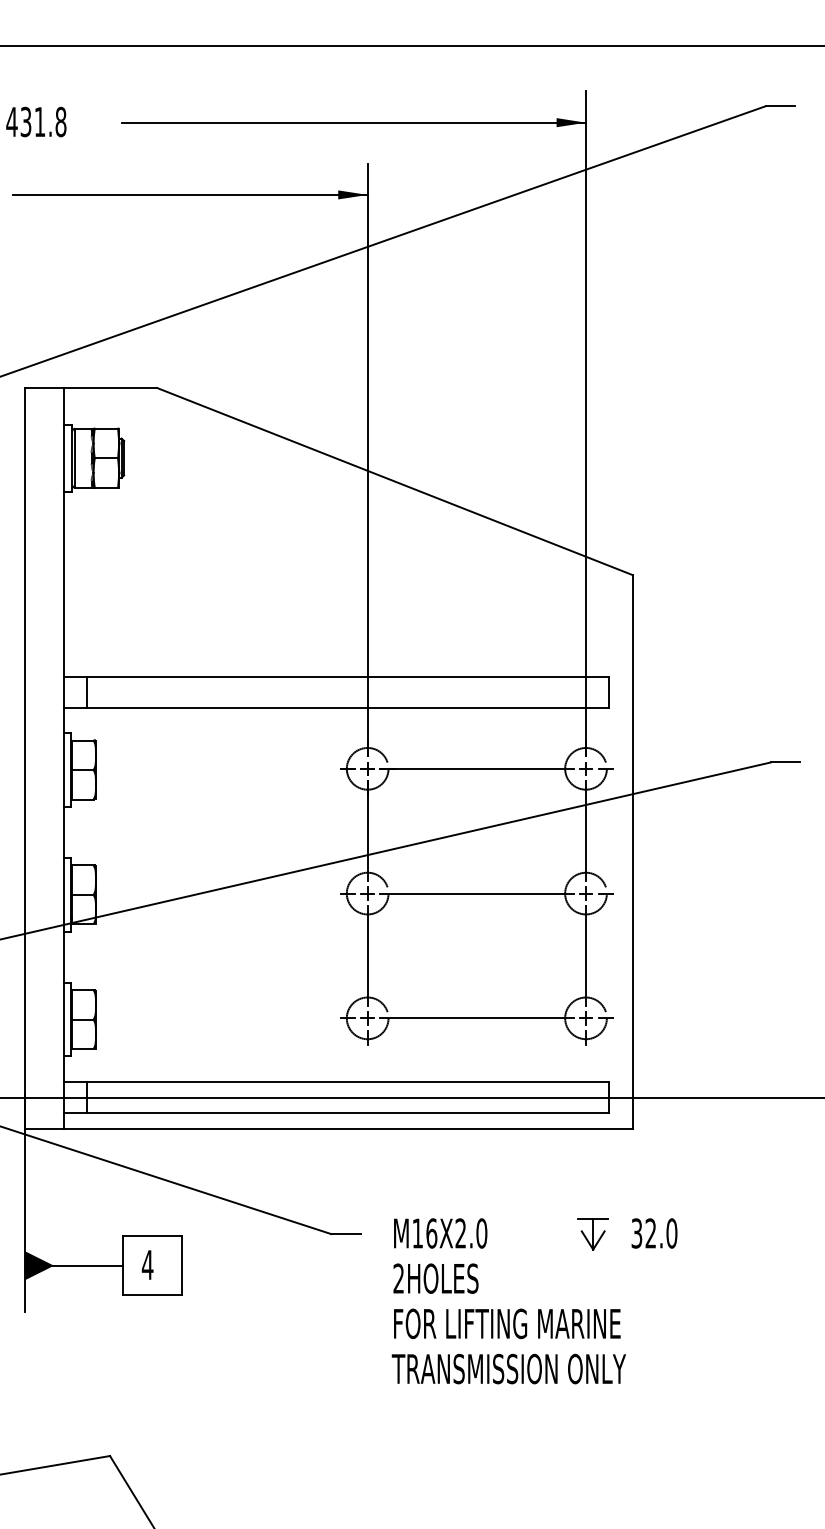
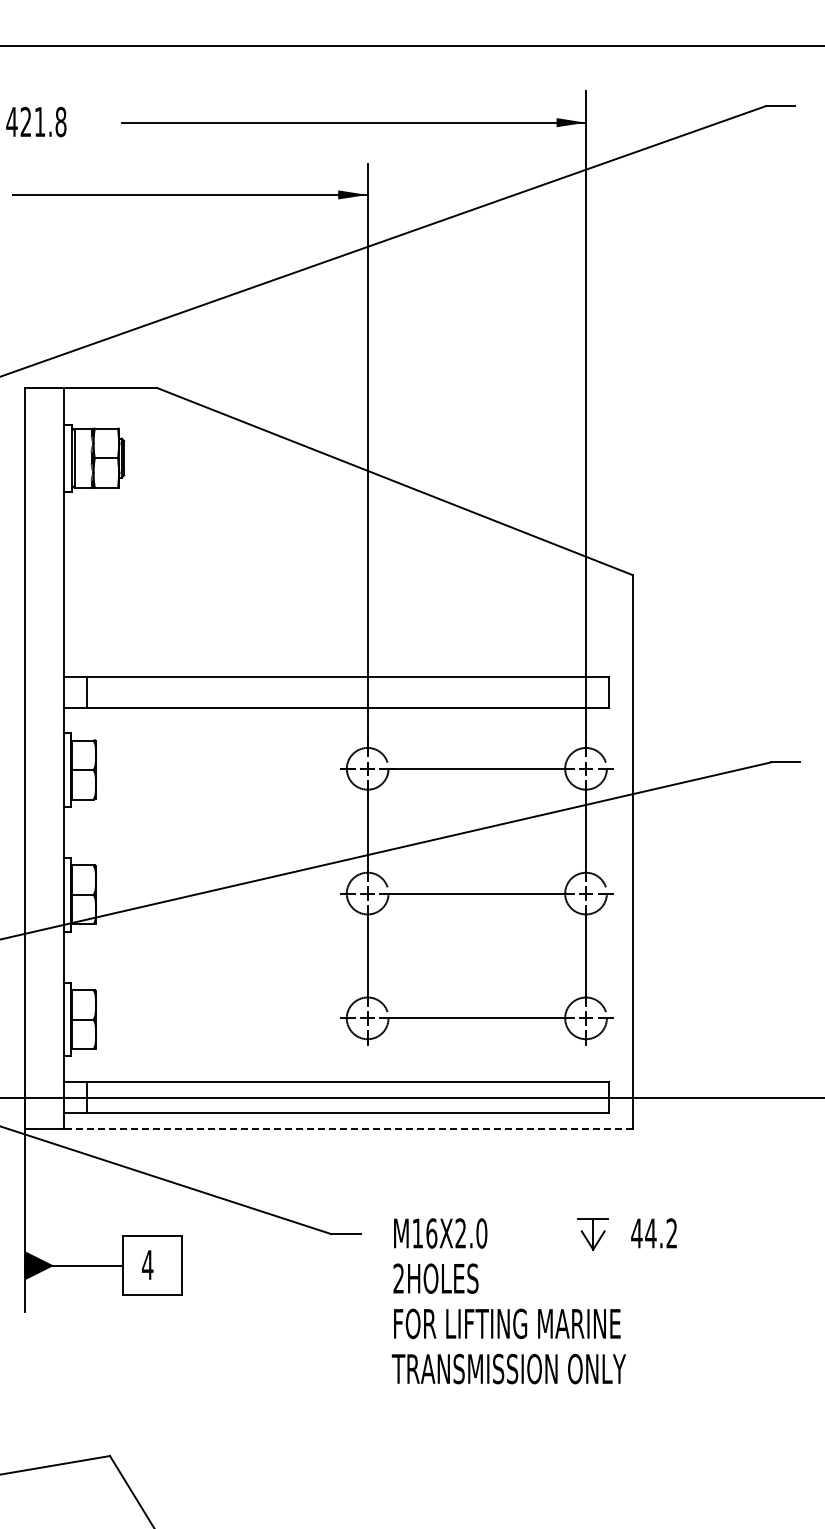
text at (25, 122): 431.8 -> 421.8
line at (348, 1128): solid -> dashed
text at (654, 1233): 32.0 -> 44.2
